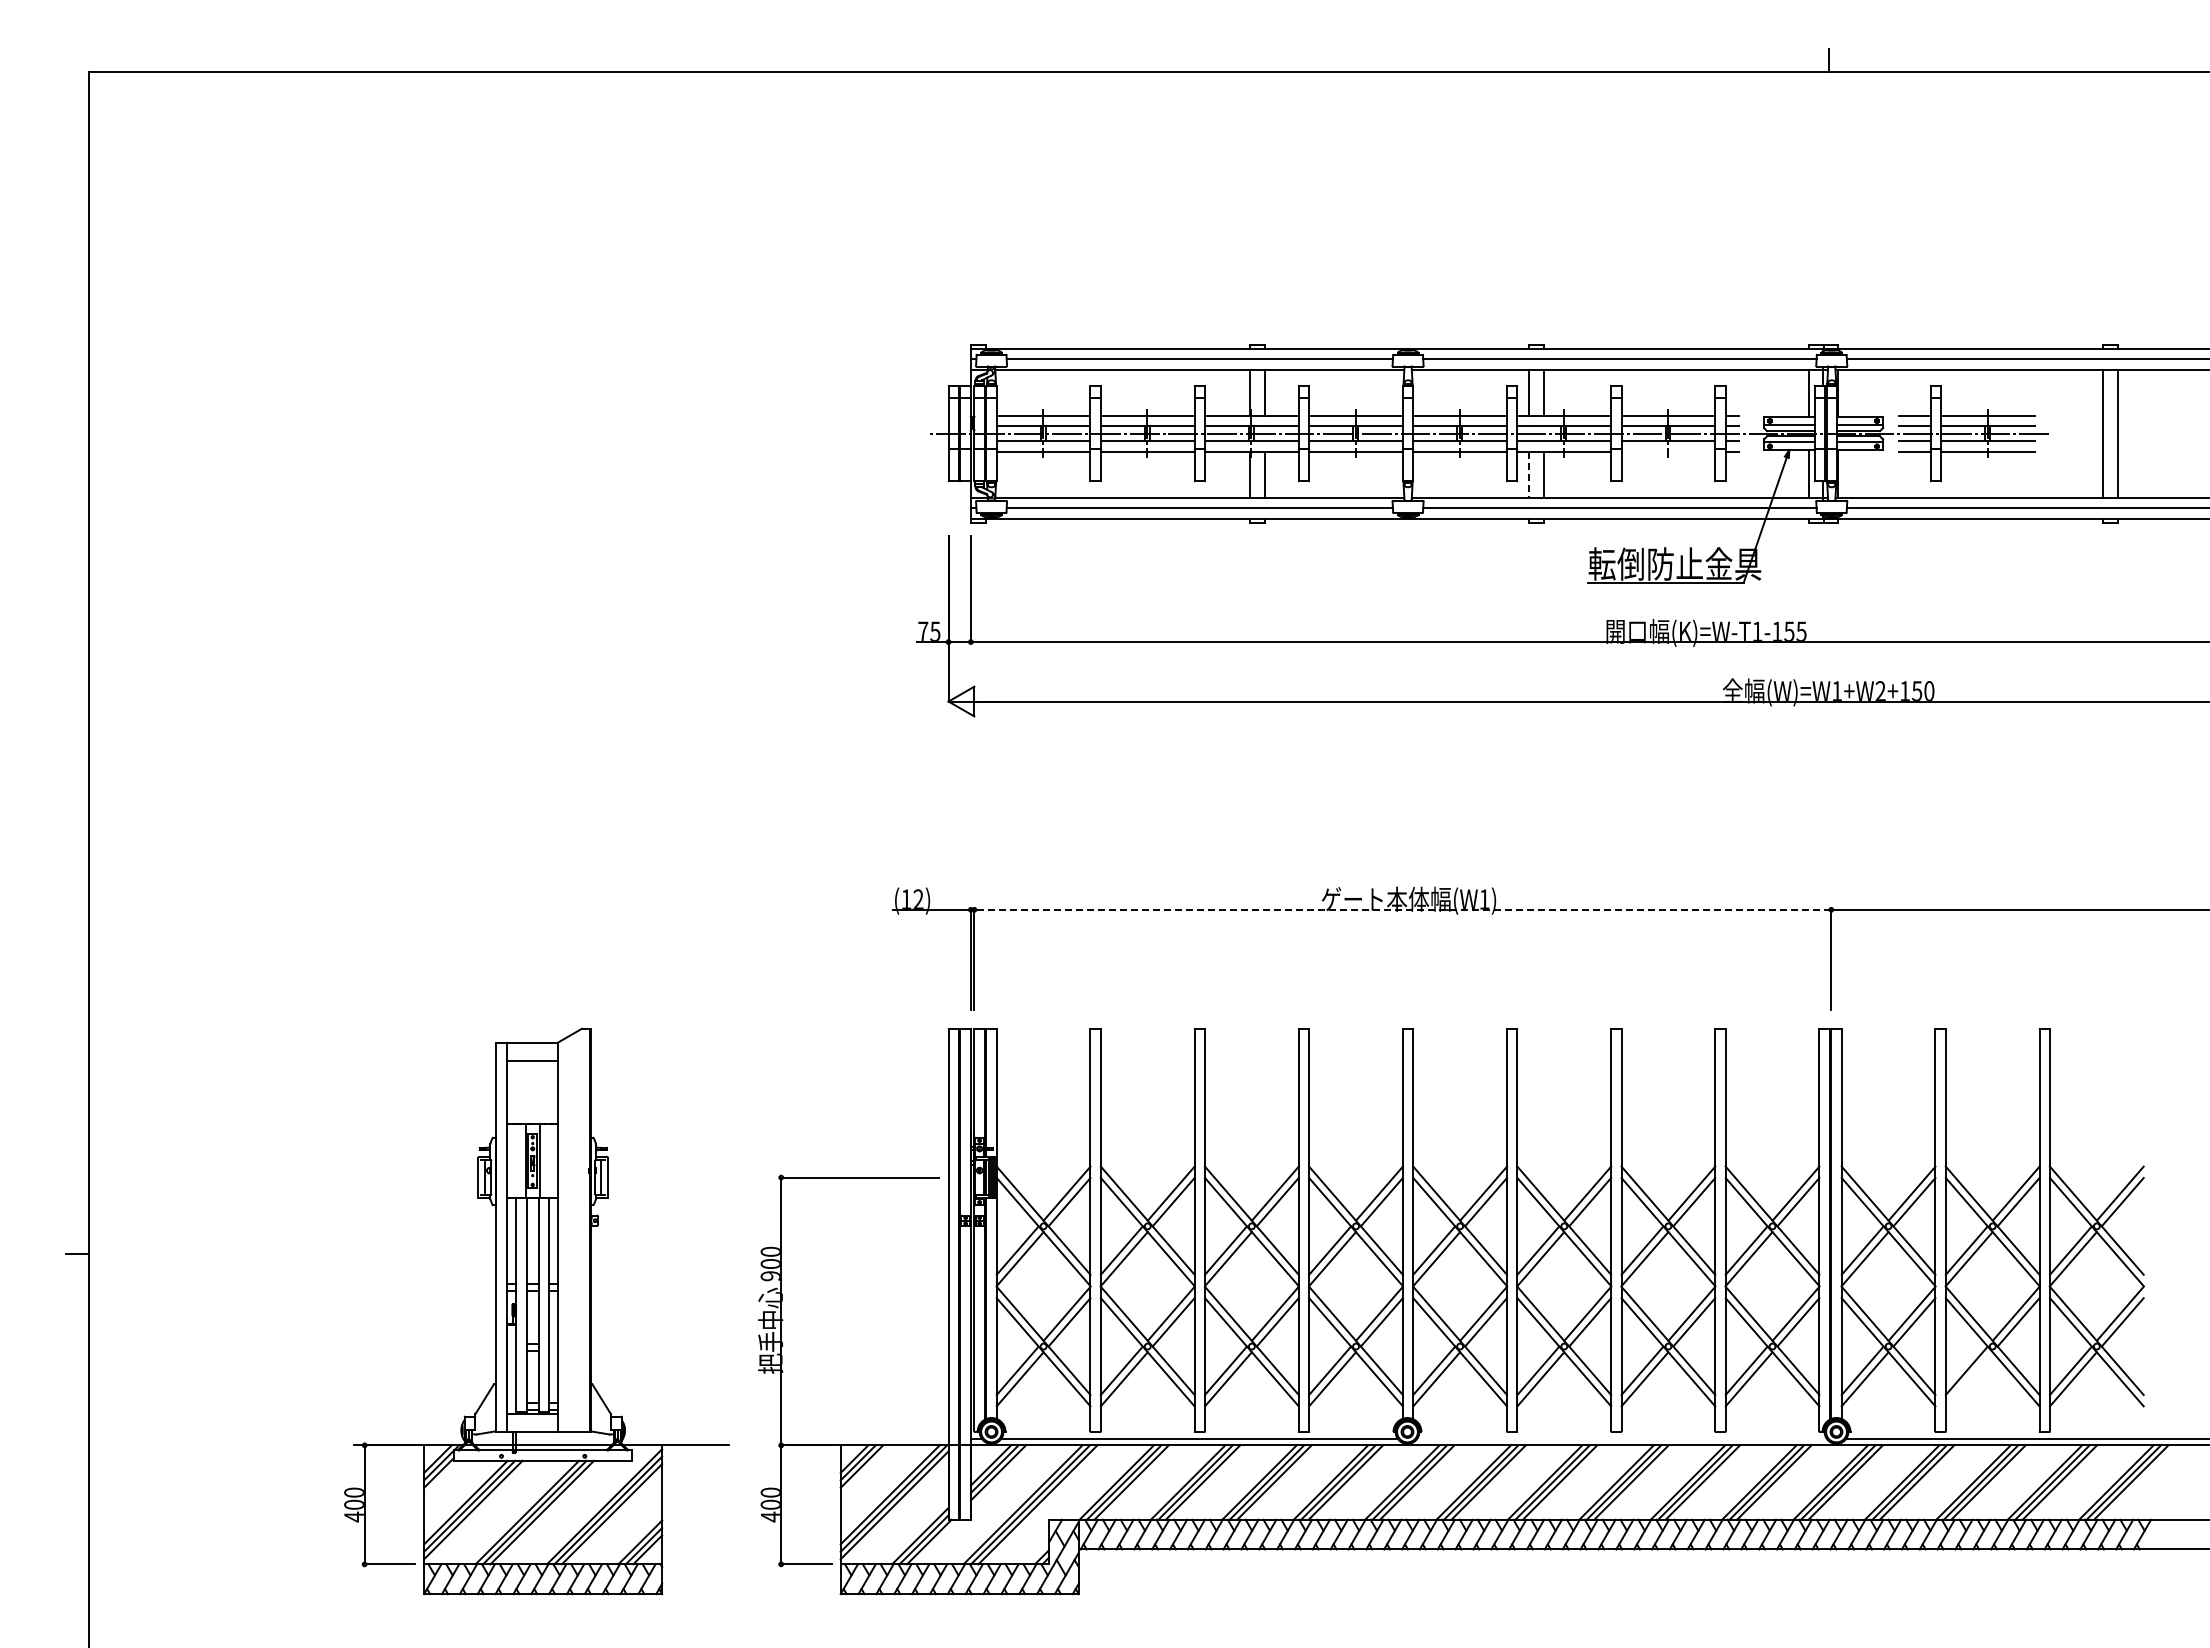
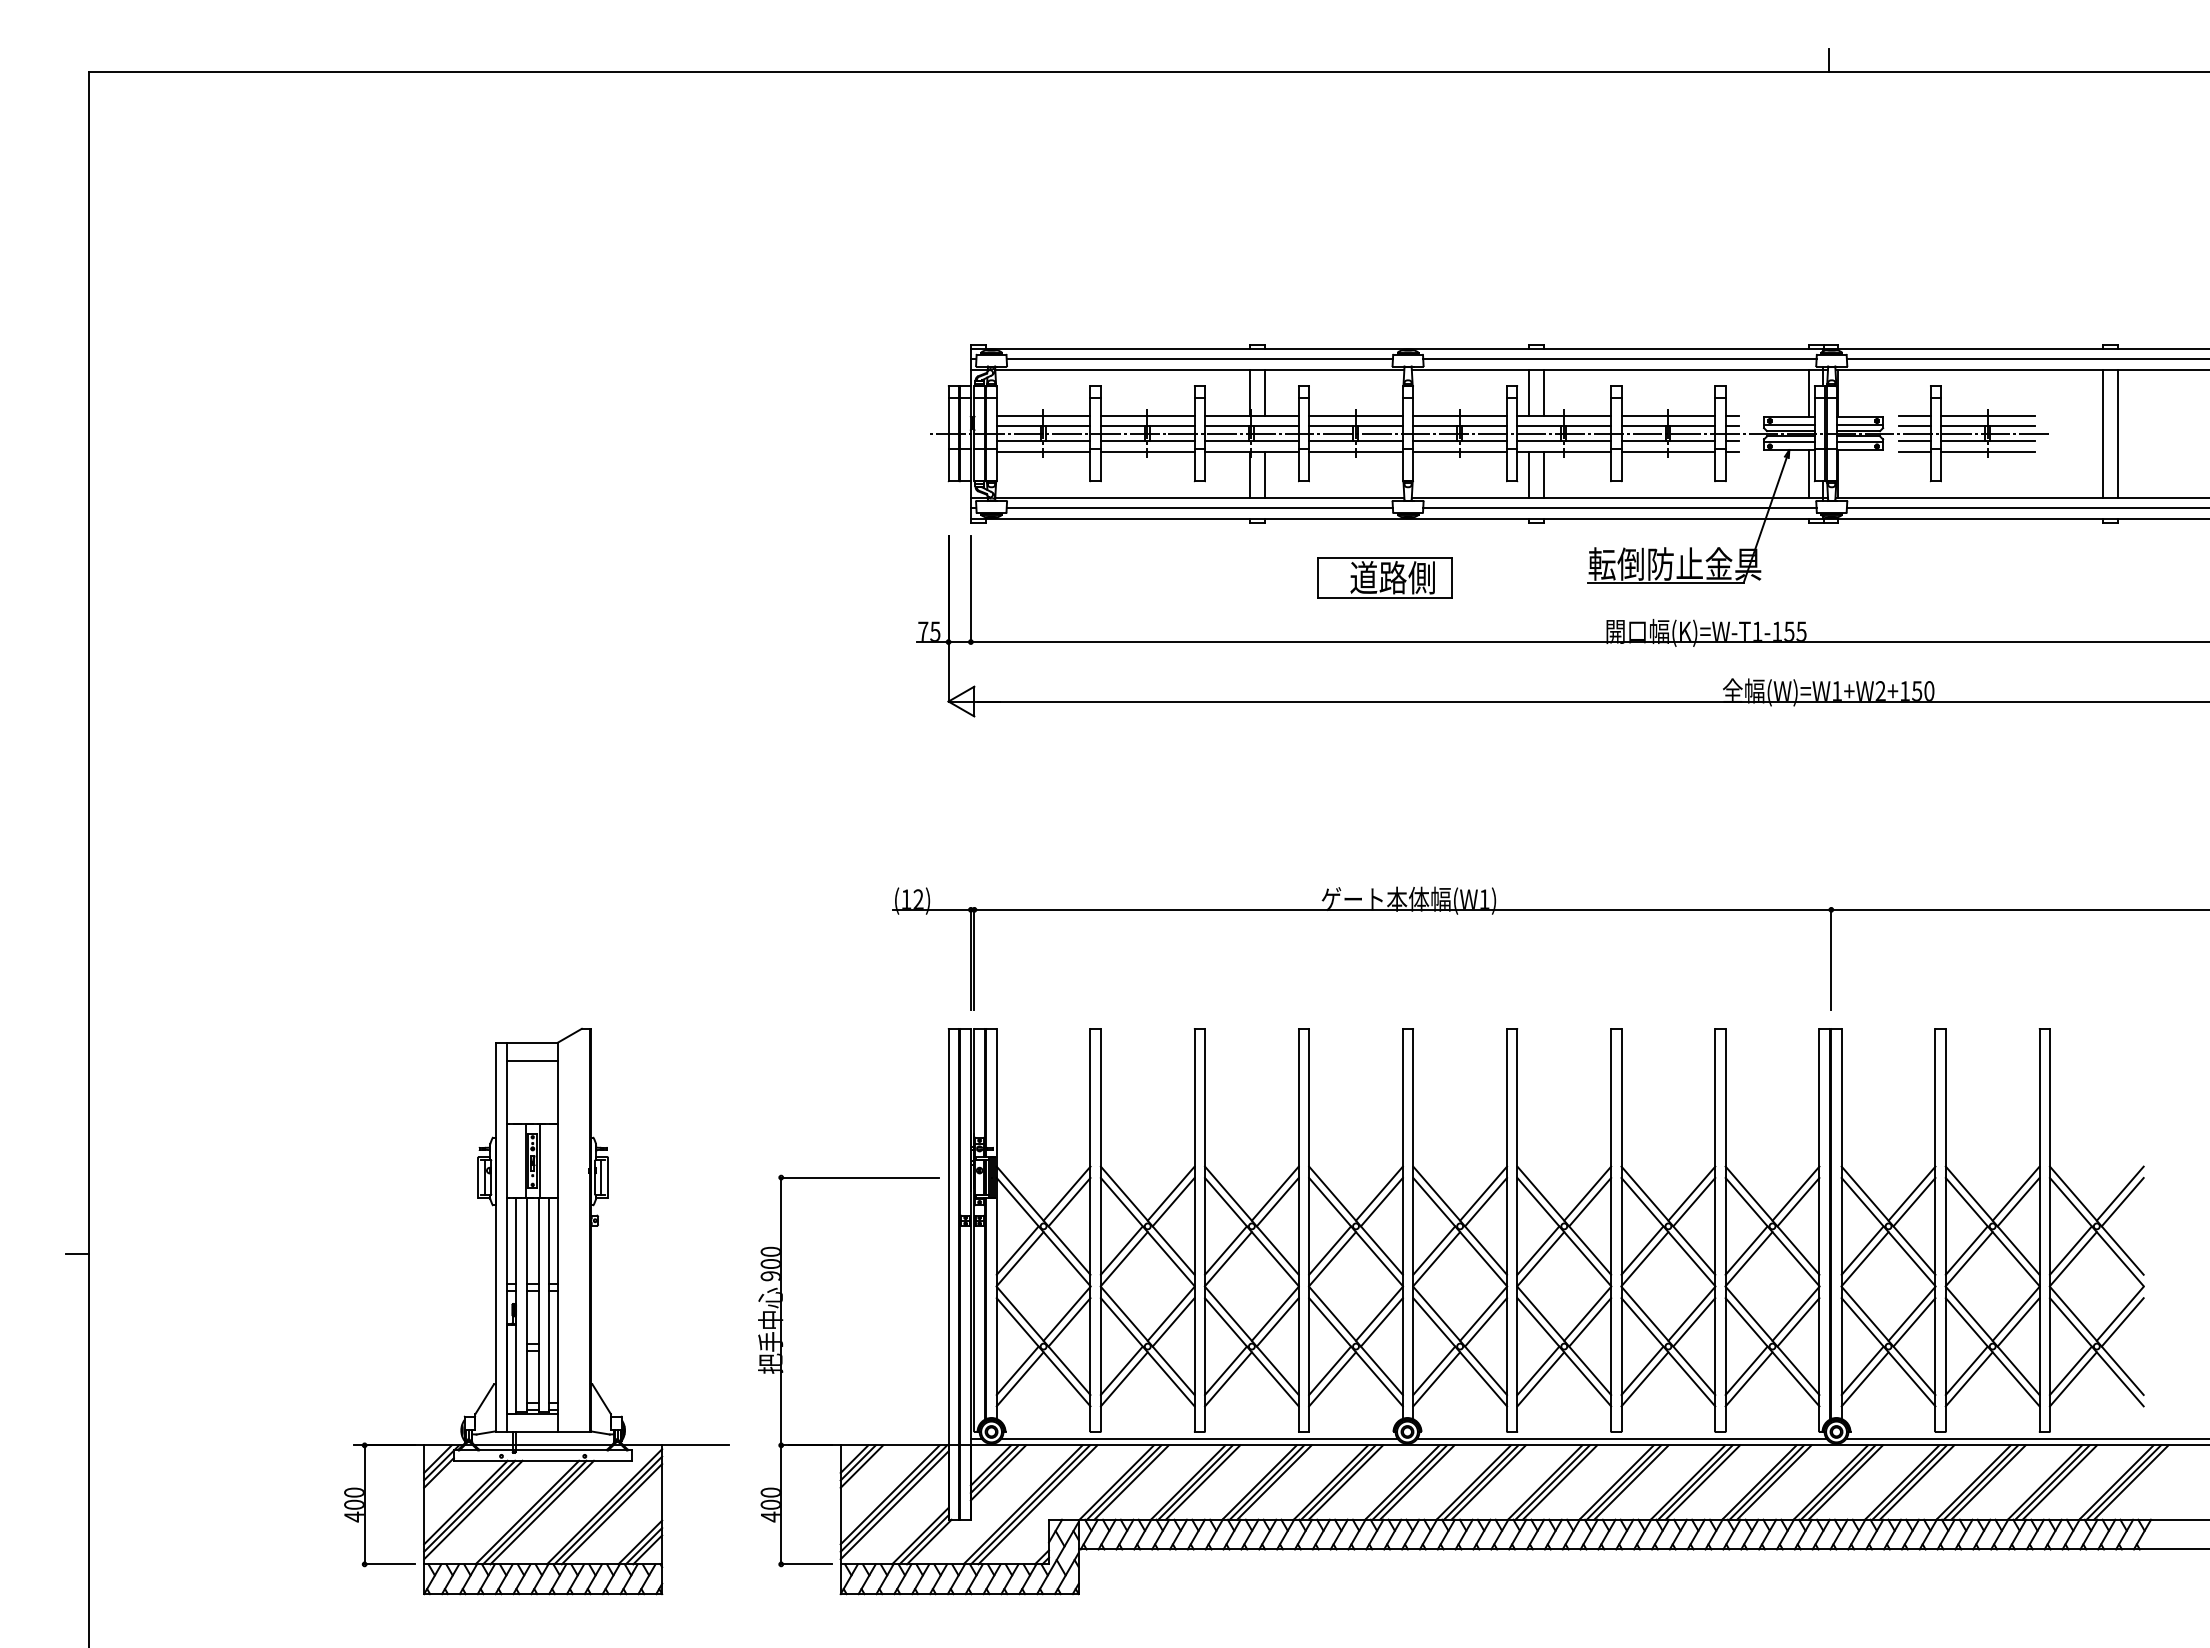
line at (1668, 451): none -> present
line at (1529, 474): dashed -> solid
part at (1384, 577): none -> present
line at (1402, 909): dashed -> solid
line at (1968, 1379): none -> present
line at (1621, 1439): none -> present
